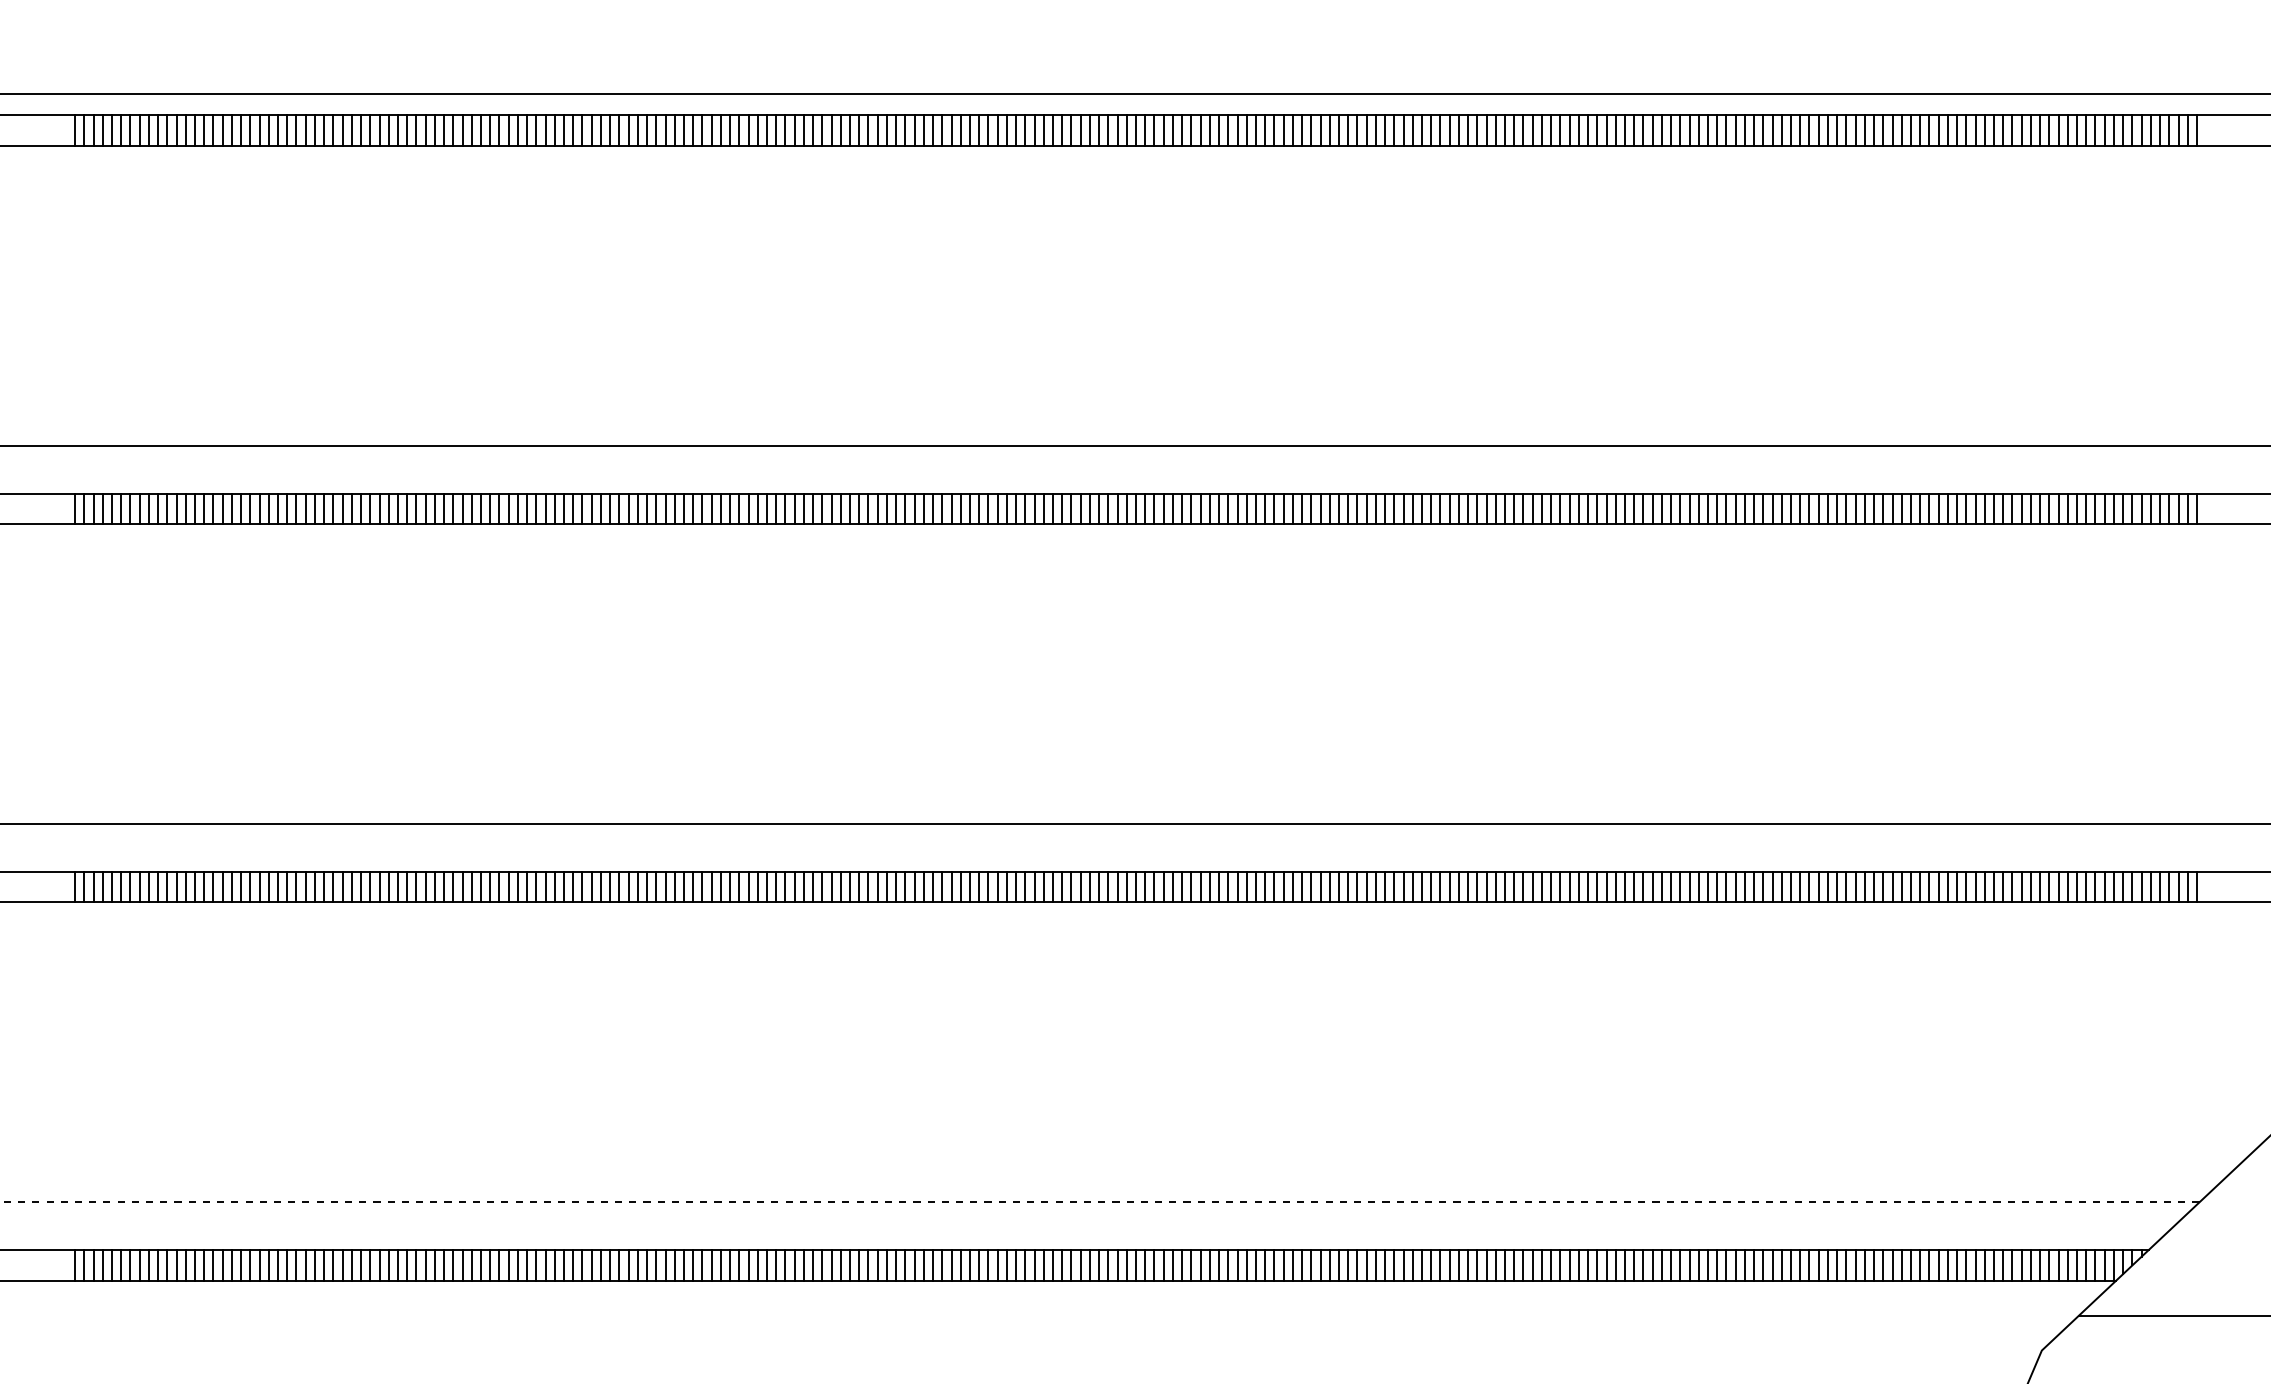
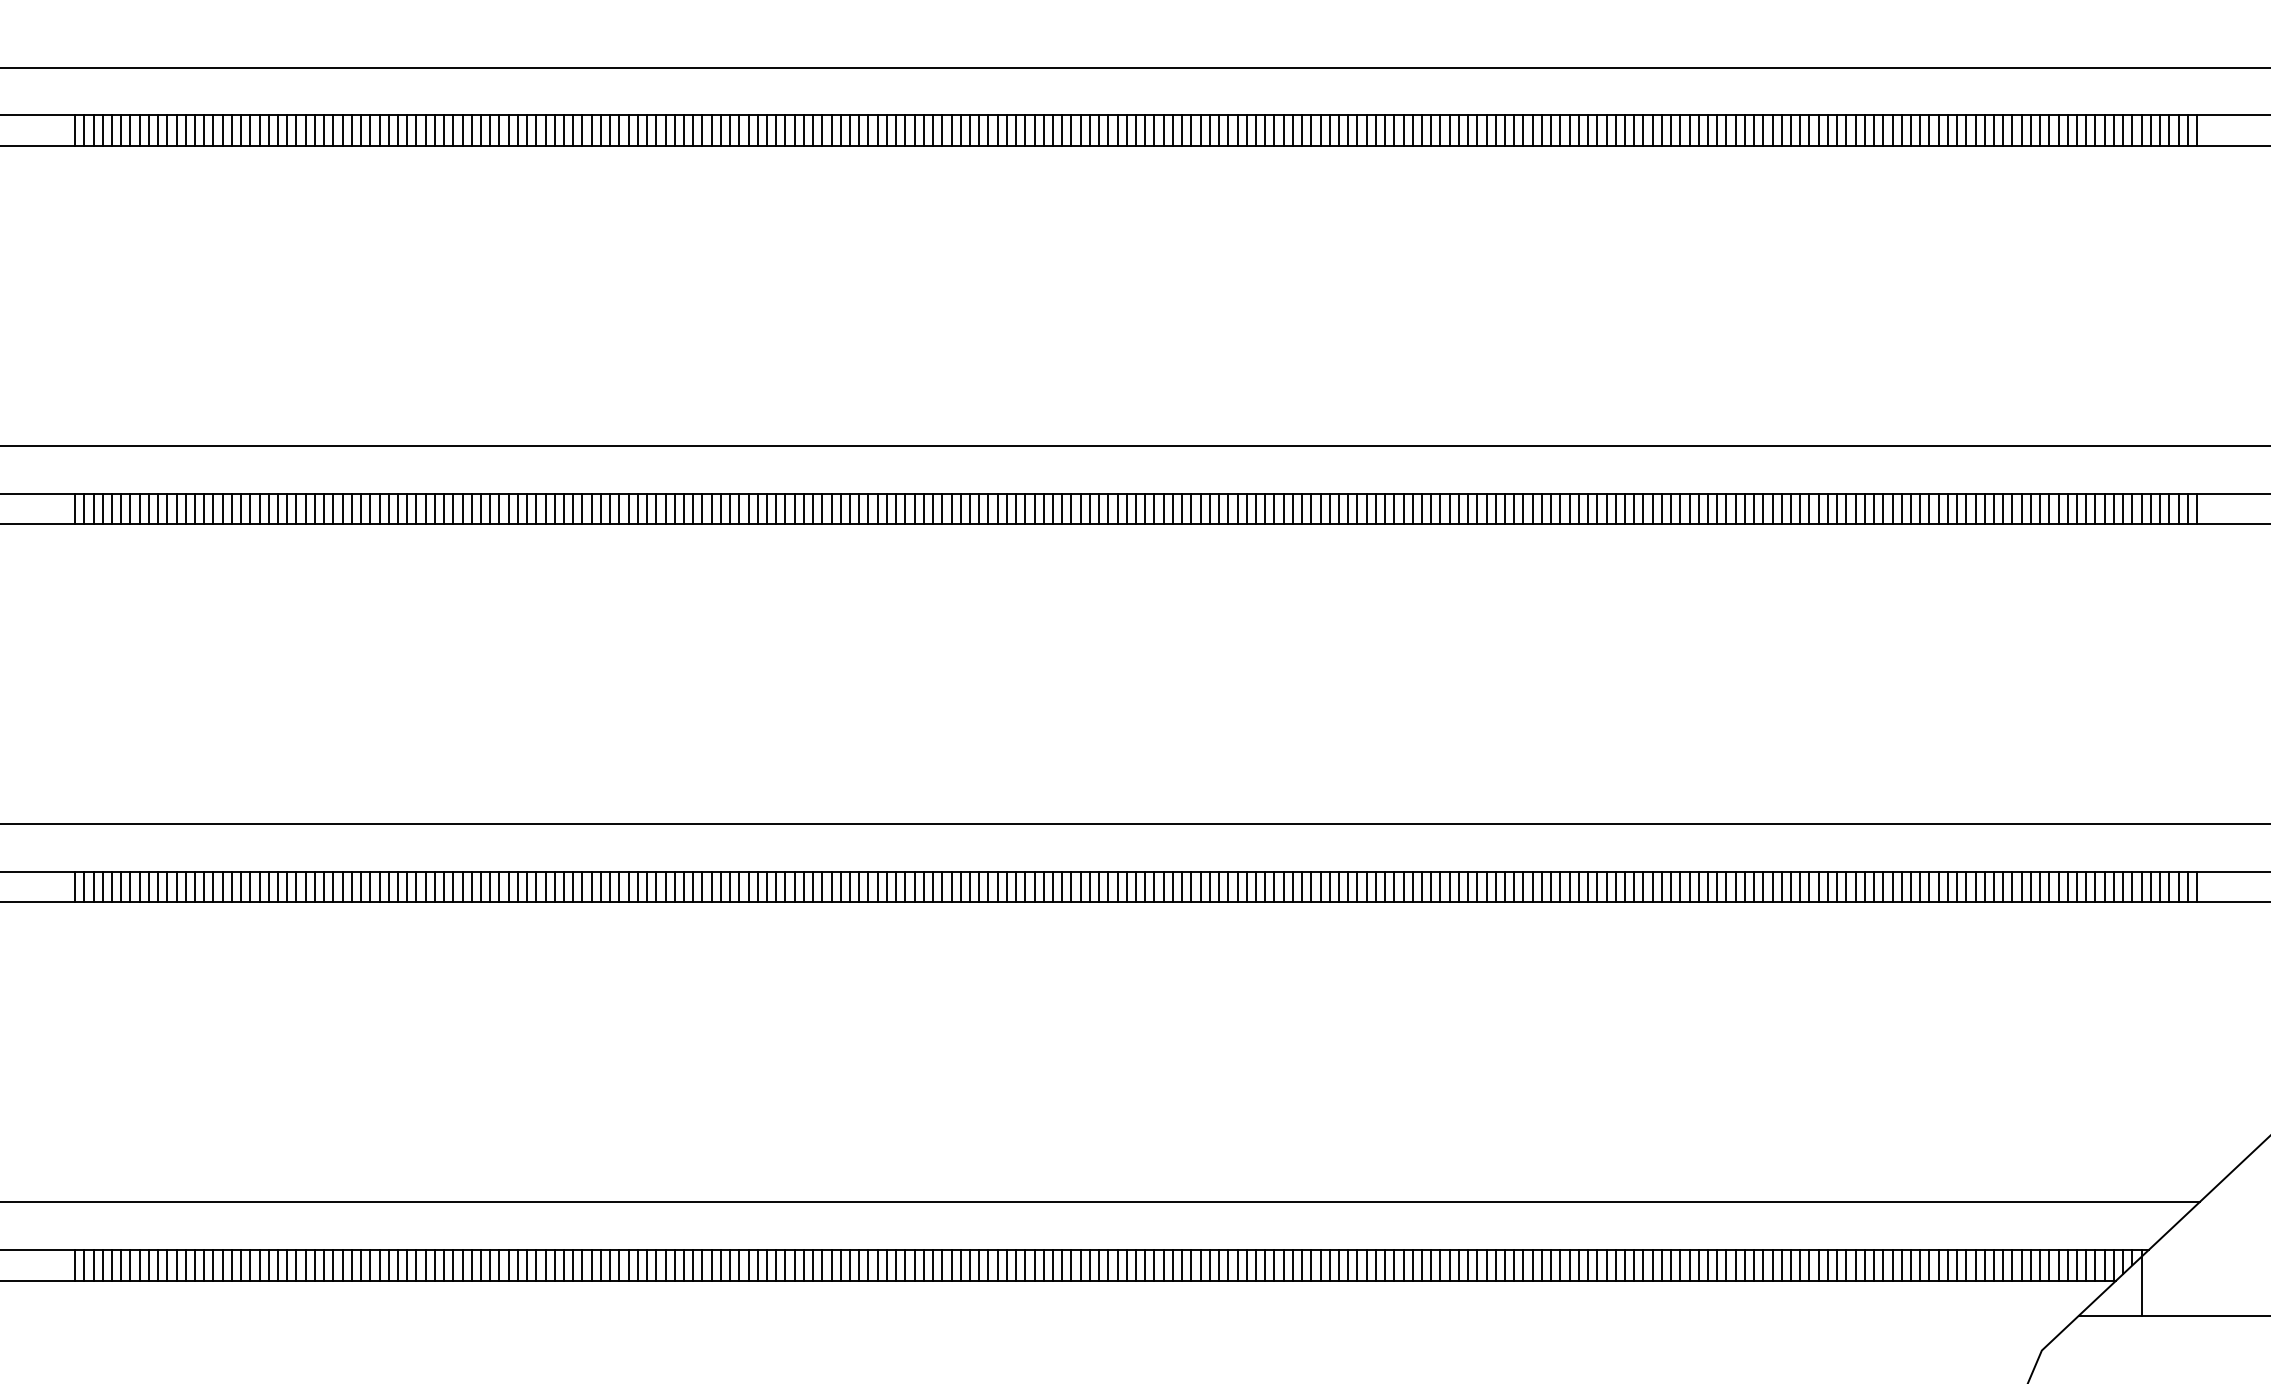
line at (1134, 93) position: (1134, 93) -> (1134, 67)
line at (1099, 1202): dashed -> solid
line at (2141, 1285): none -> present
